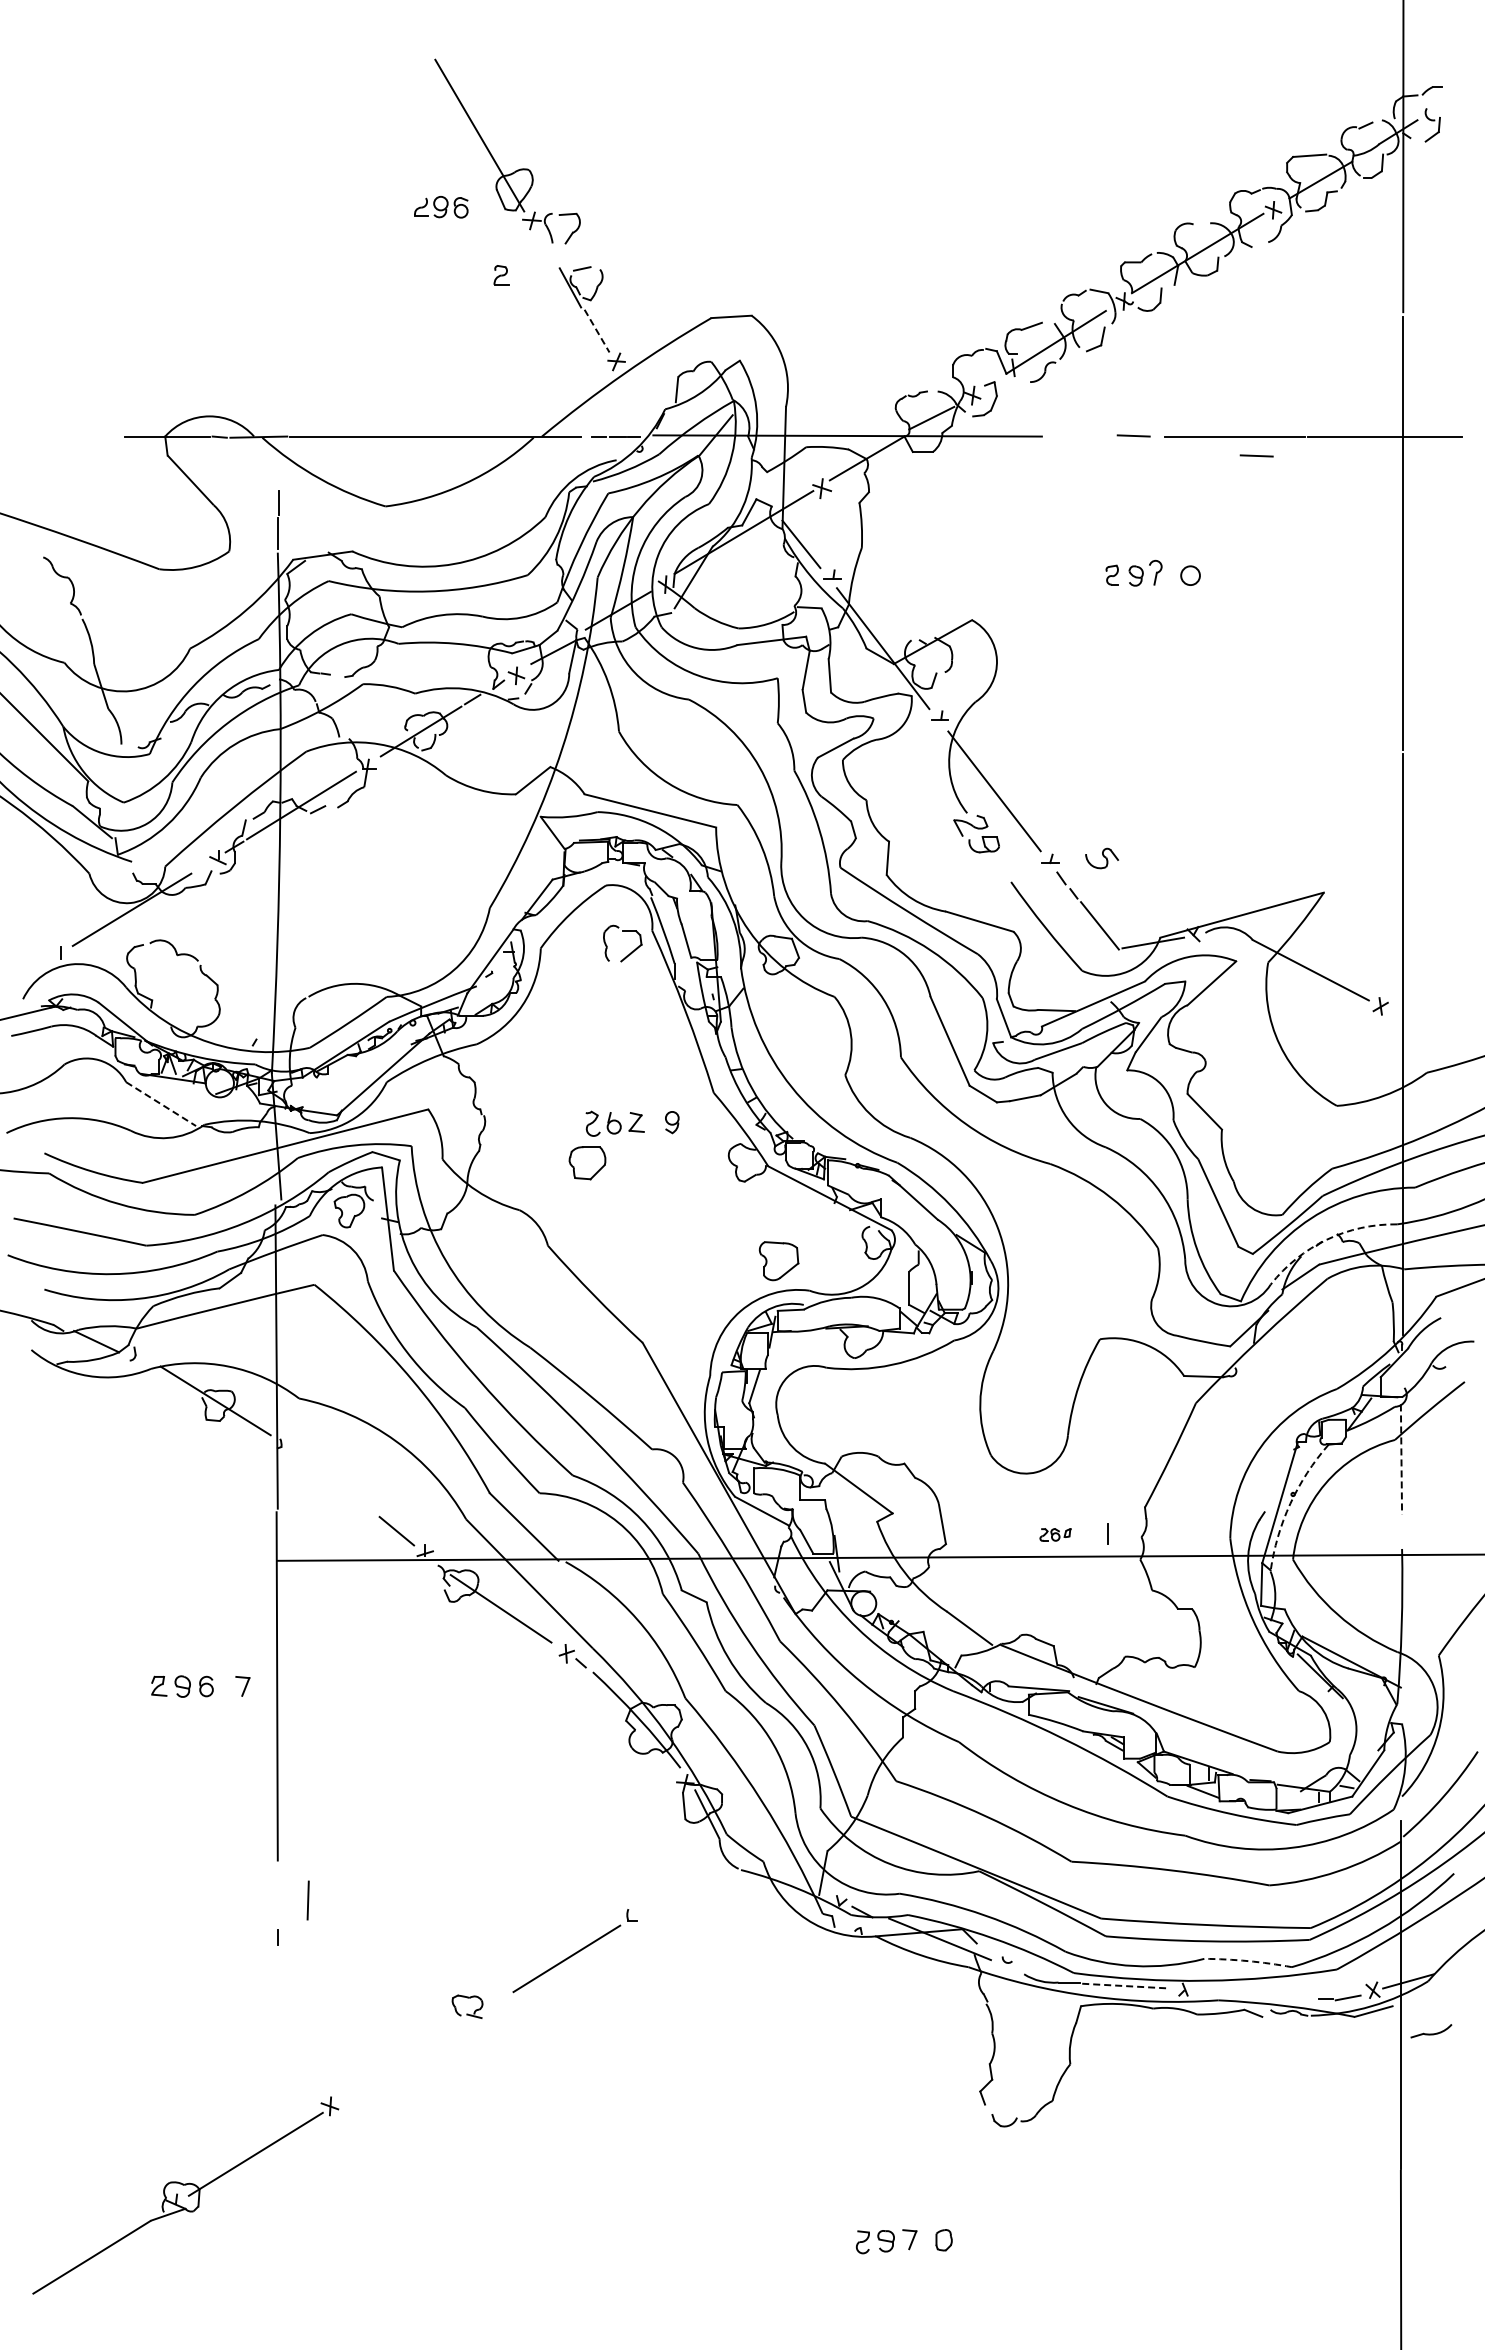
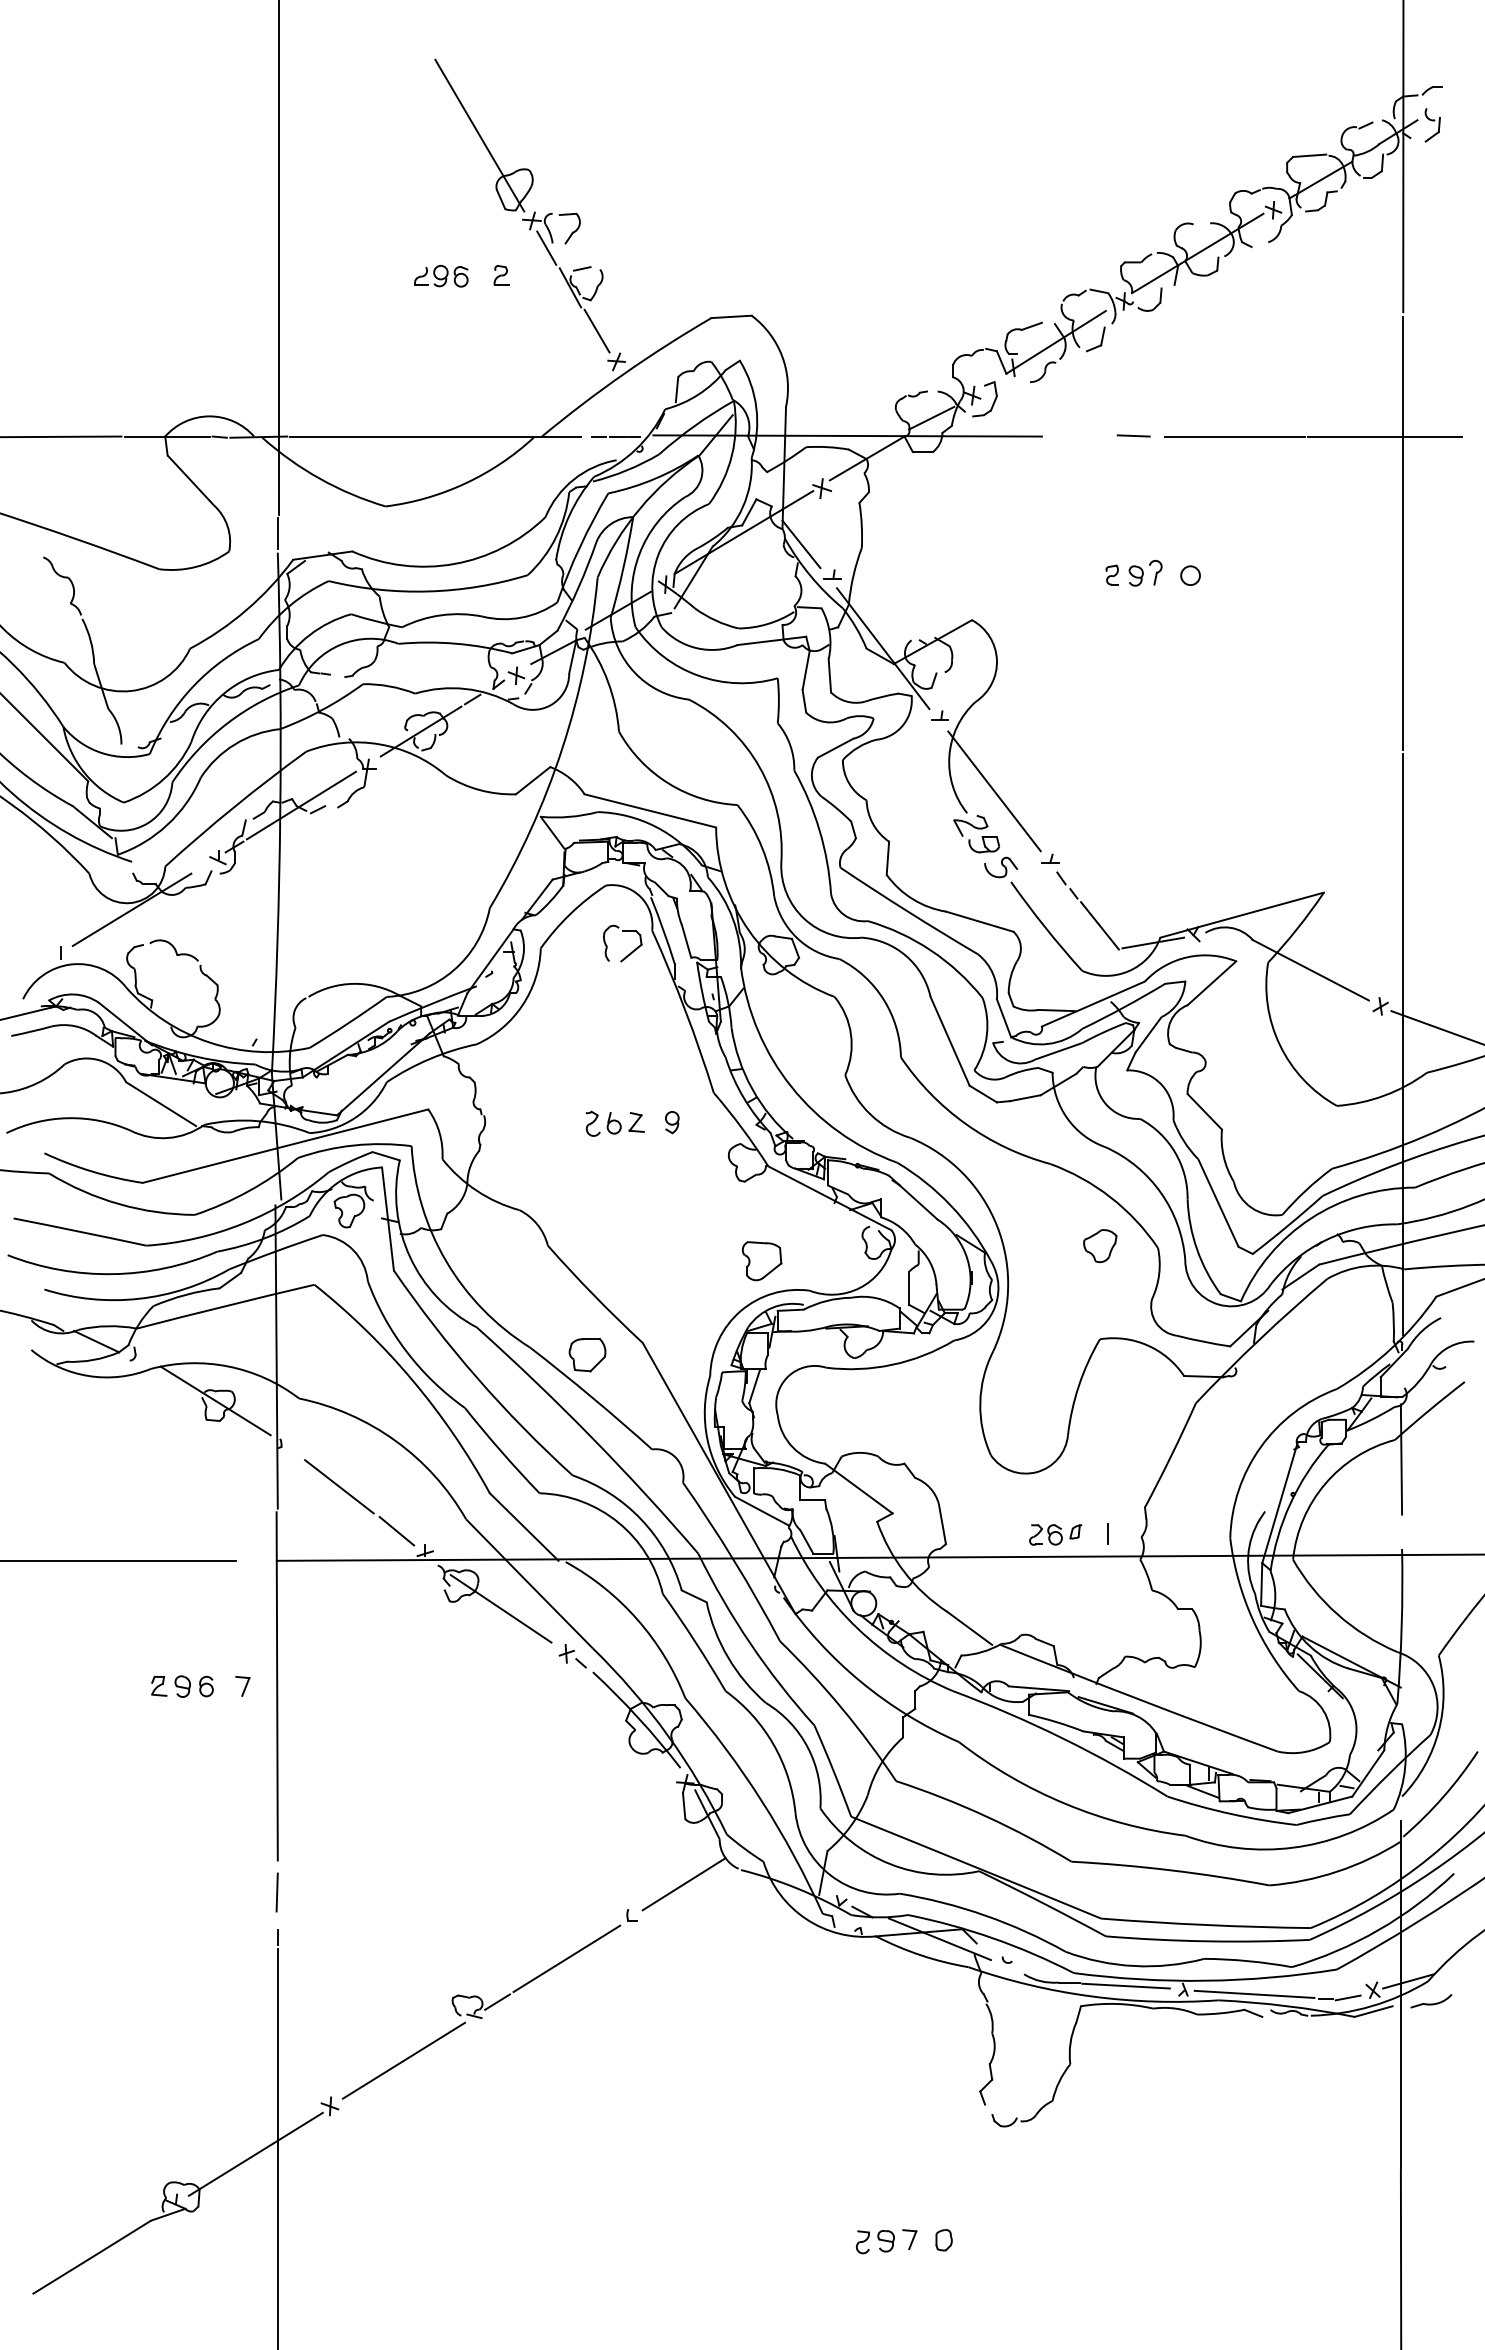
part at (441, 207) position: (441, 207) -> (441, 276)
line at (278, 245): none -> present
line at (546, 247): none -> present
line at (597, 331): dashed -> solid
line at (61, 436): none -> present
line at (1256, 455): present -> none
part at (1101, 858) position: (1101, 858) -> (1000, 867)
line at (1436, 1027): none -> present
line at (161, 1104): dashed -> solid
part at (587, 1163) position: (587, 1163) -> (587, 1355)
arc at (1326, 1239): dashed -> solid
part at (1100, 1246): none -> present
part at (778, 1261) position: (778, 1261) -> (761, 1261)
line at (1401, 1460): dashed -> solid
line at (339, 1486): none -> present
arc at (1290, 1503): dashed -> solid
part at (1055, 1534) size: 33x14 px -> 54x22 px
line at (119, 1560): none -> present
line at (683, 1884): none -> present
line at (307, 1900) position: (307, 1900) -> (276, 1892)
arc at (1248, 1961): dashed -> solid
line at (1126, 1986): dashed -> solid
line at (1254, 1993): none -> present
line at (497, 2001): none -> present
part at (1431, 2031) position: (1431, 2031) -> (1431, 2001)
line at (403, 2060): none -> present
line at (277, 2147): none -> present
